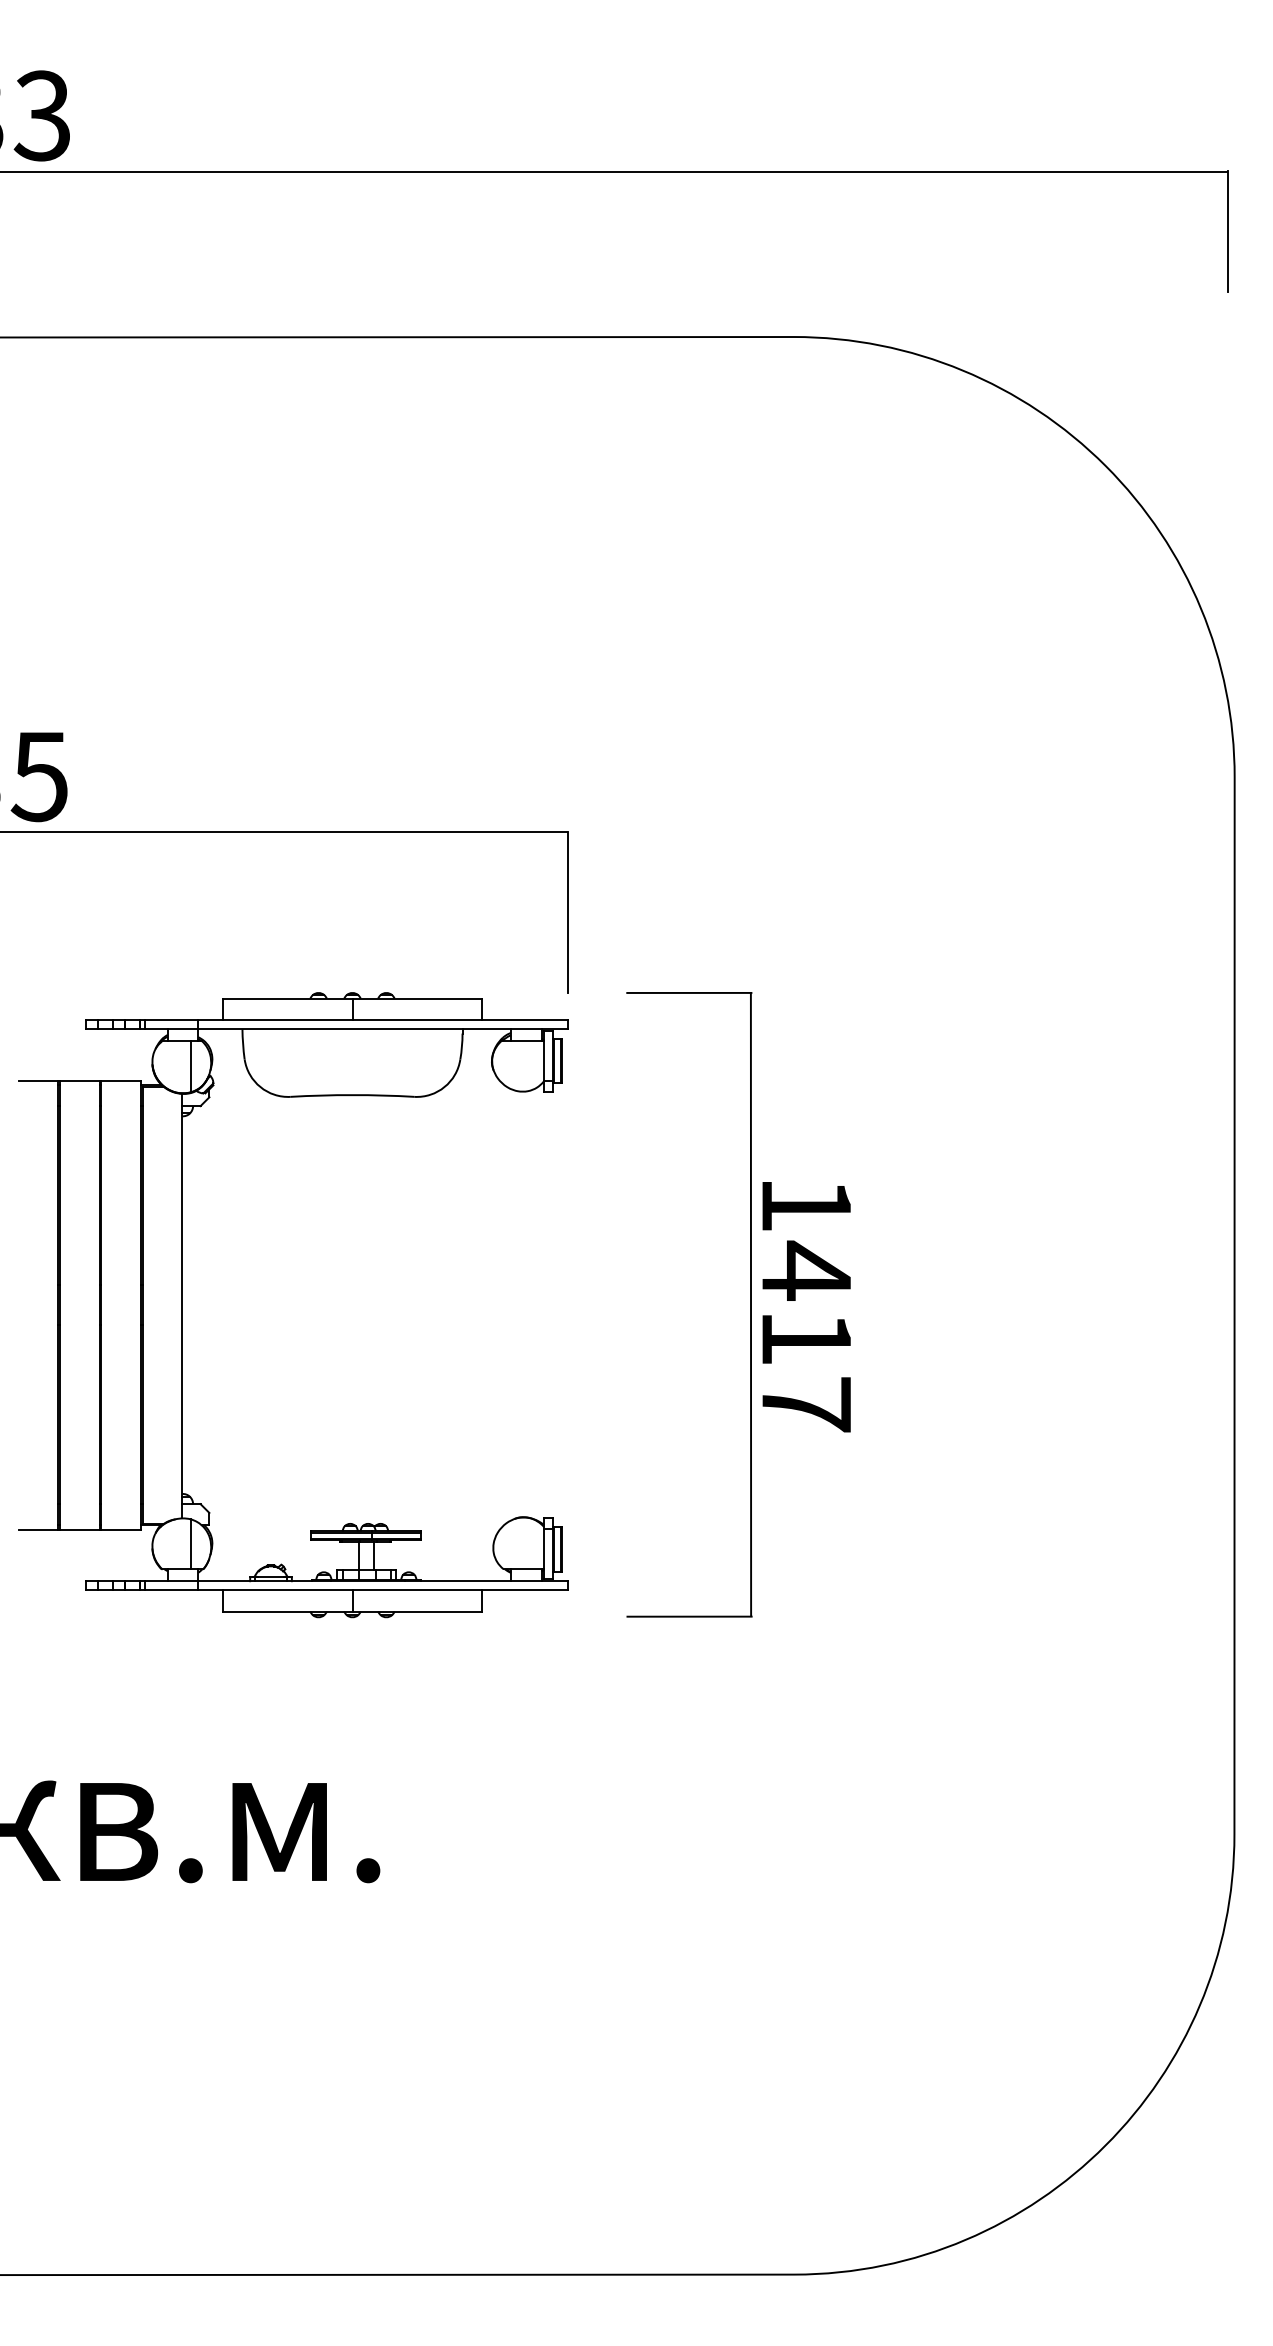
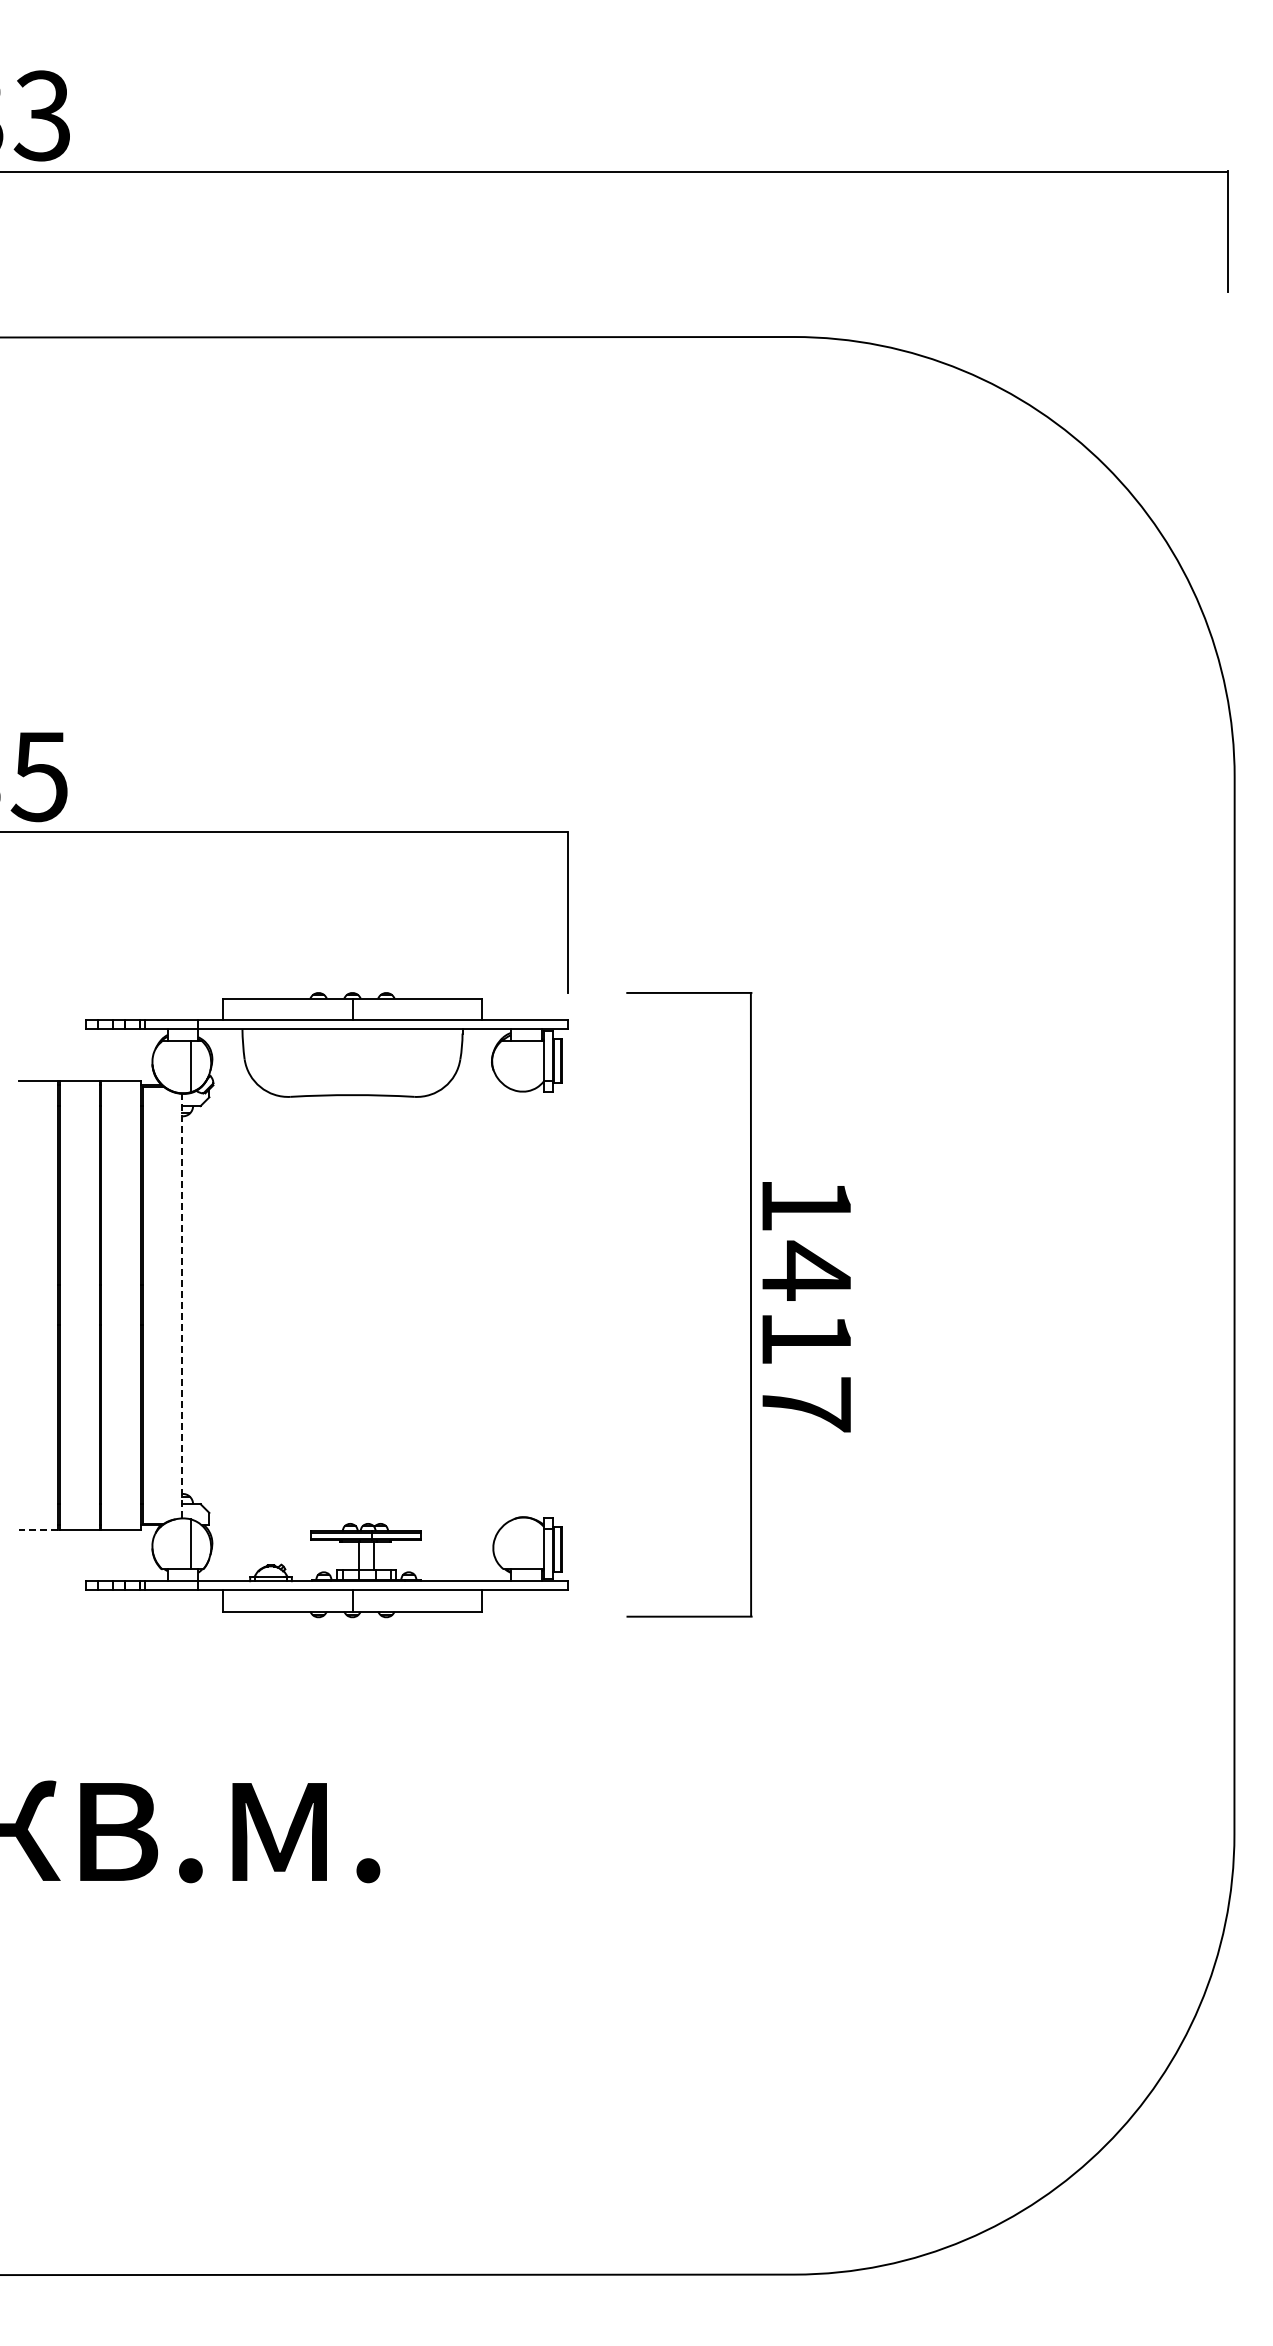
line at (182, 1305): solid -> dashed
line at (38, 1529): solid -> dashed
